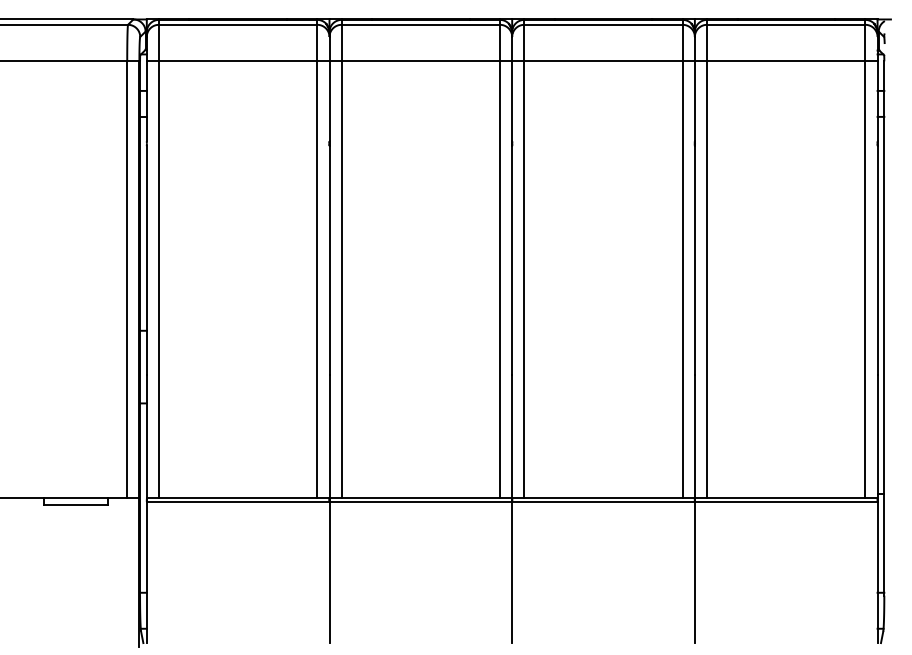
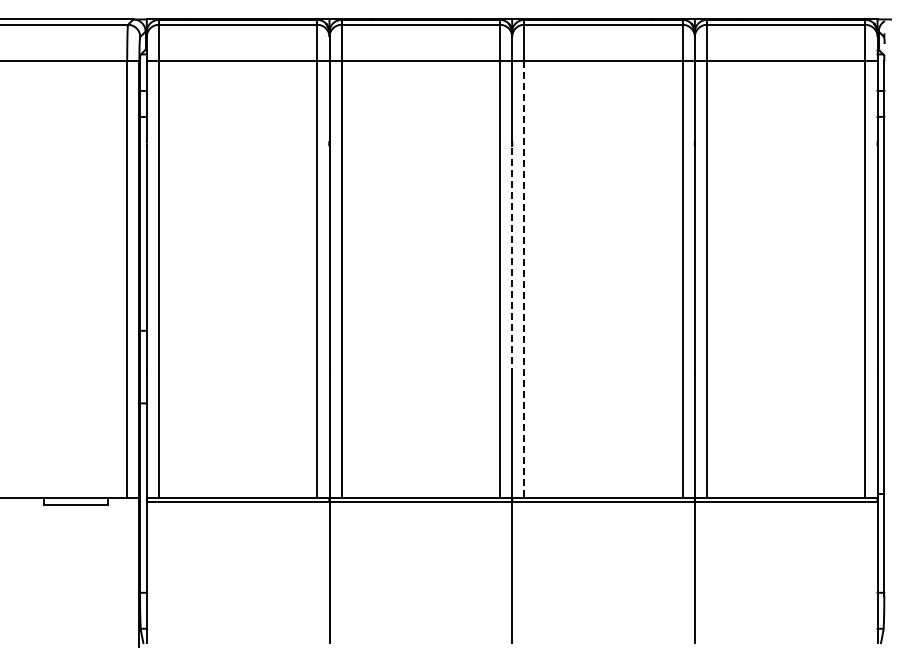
line at (512, 260): solid -> dashed
line at (524, 280): solid -> dashed
